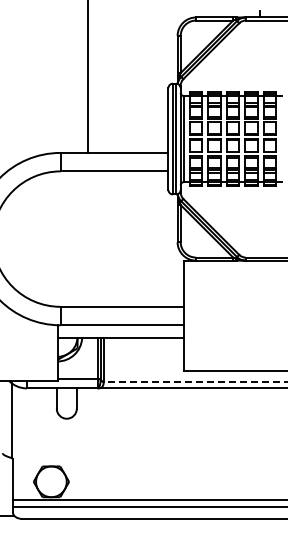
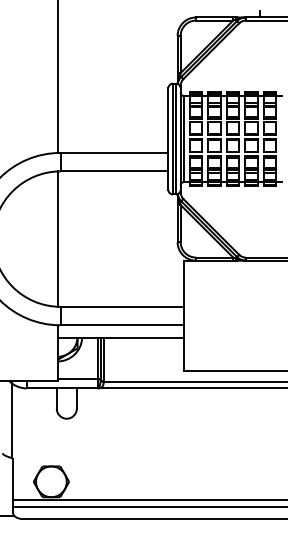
line at (87, 77) position: (87, 77) -> (57, 77)
line at (57, 238): none -> present
line at (195, 381): dashed -> solid
